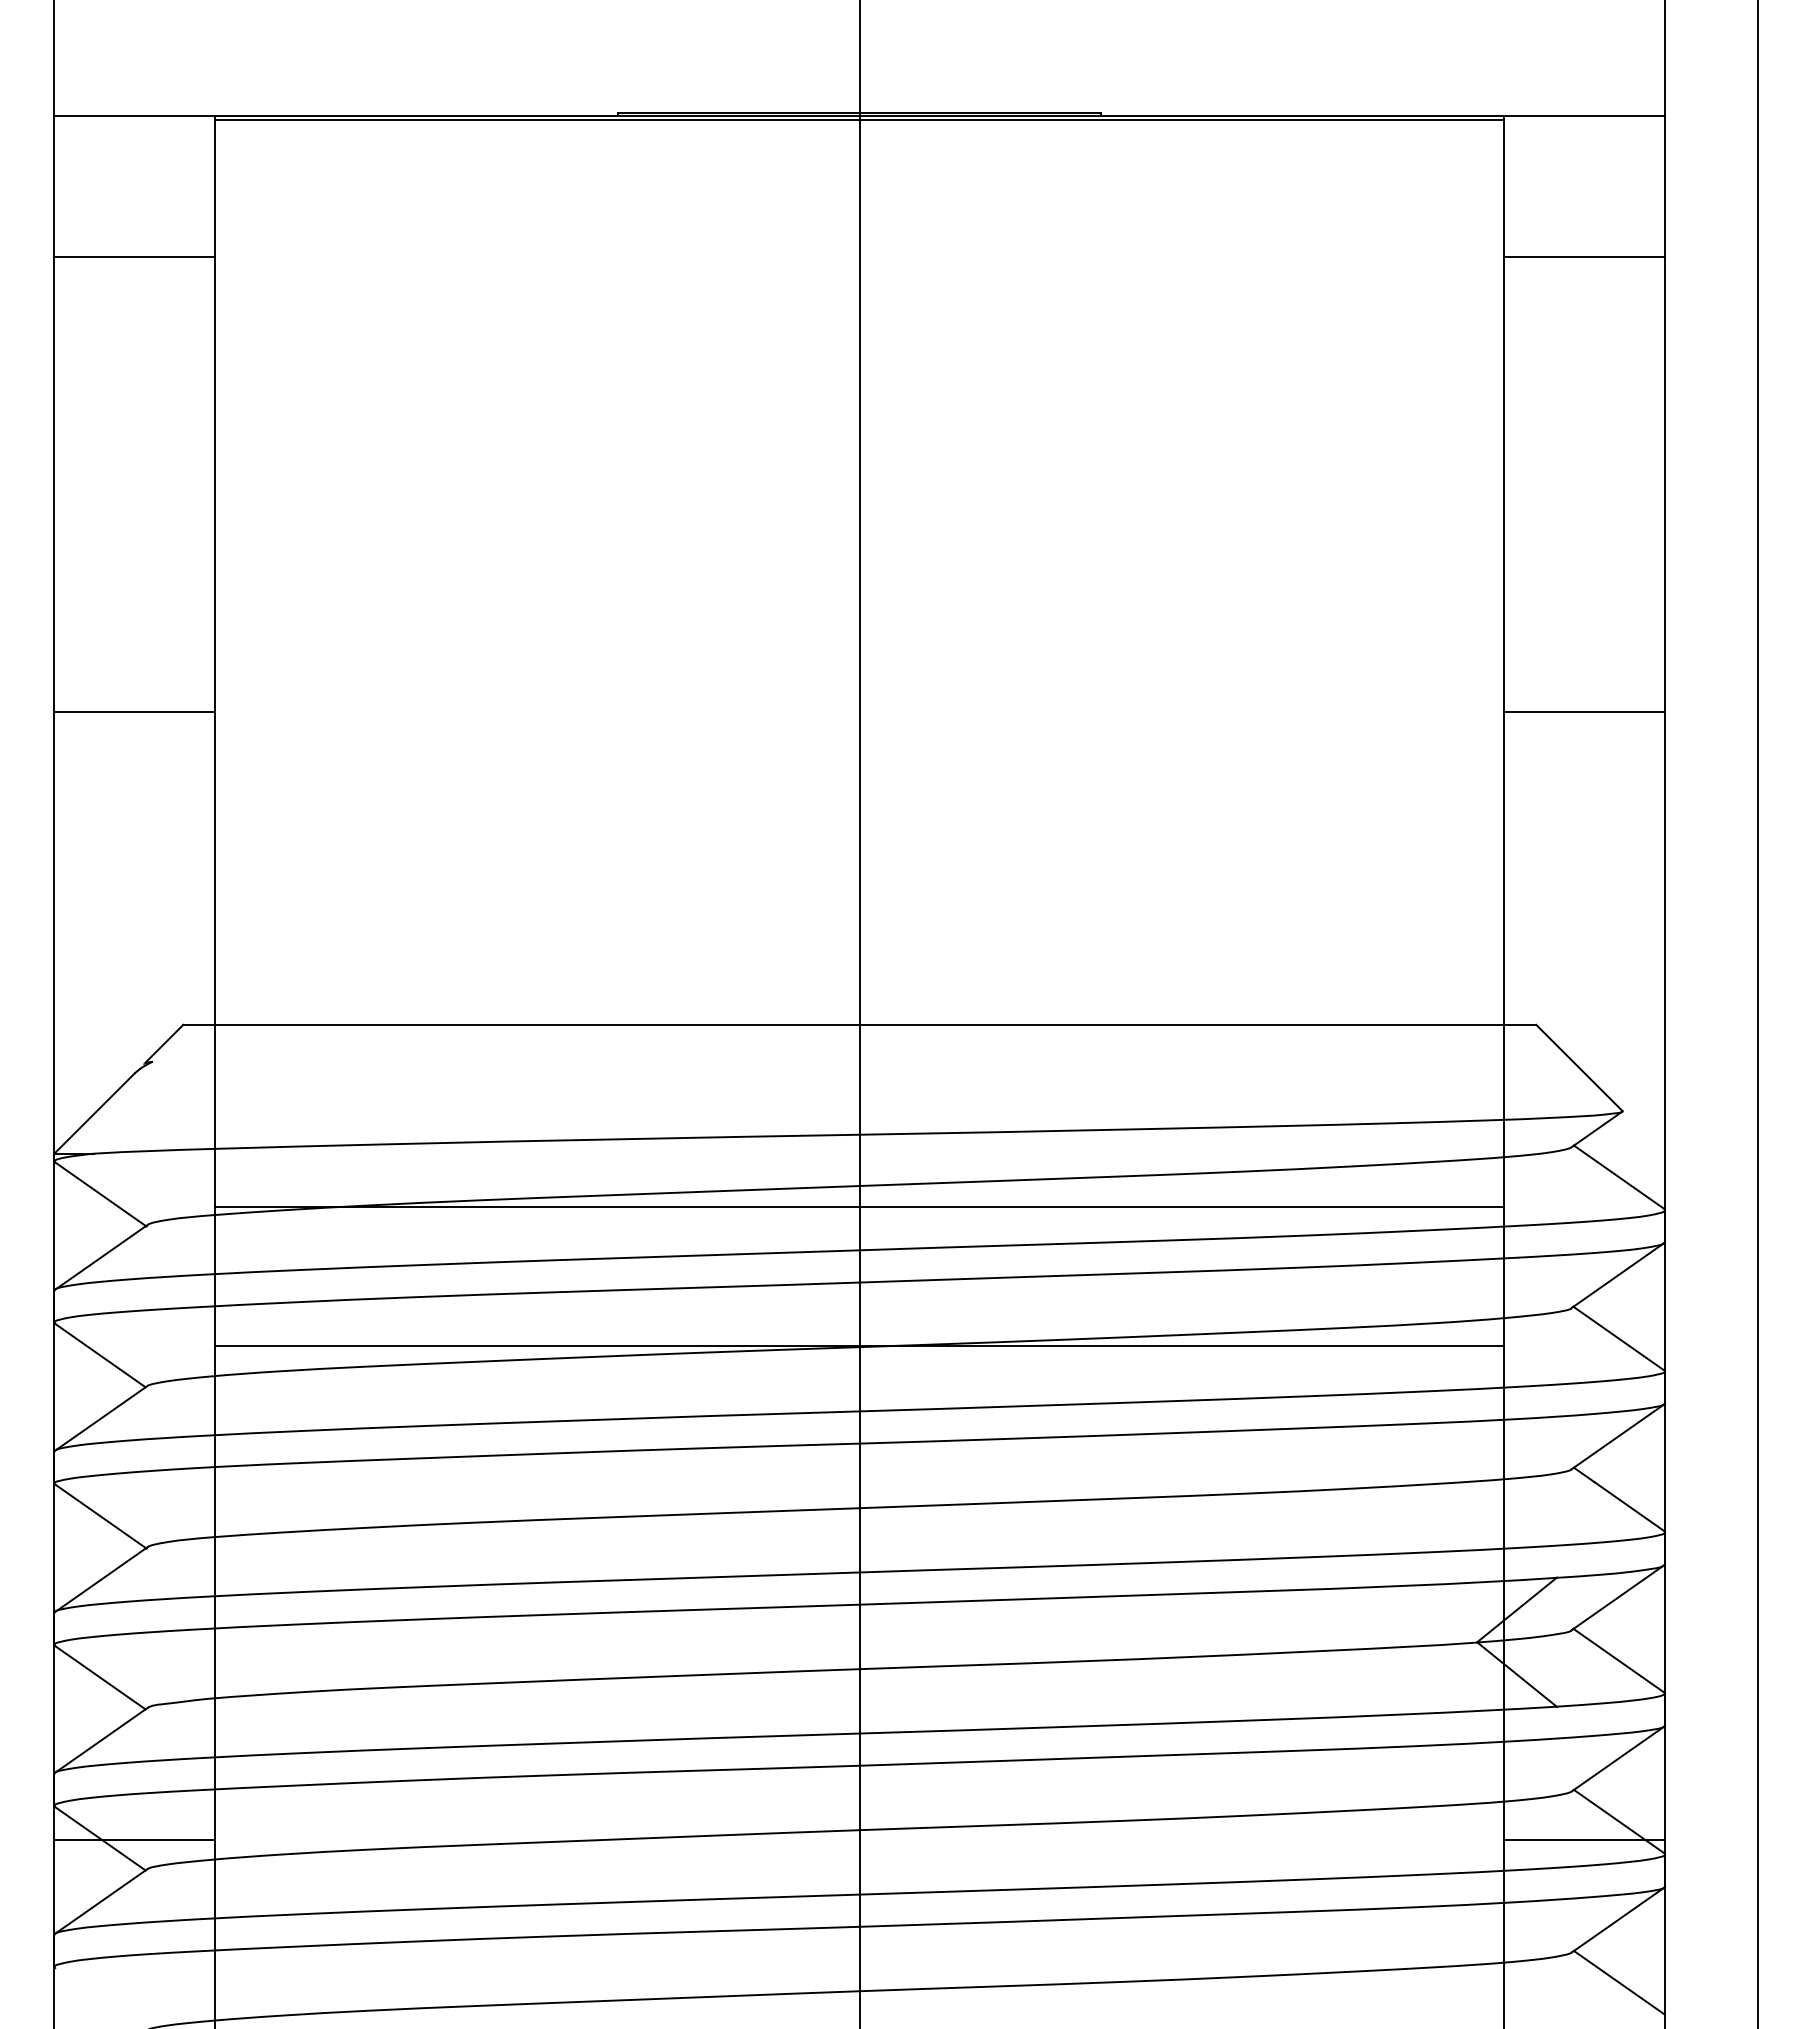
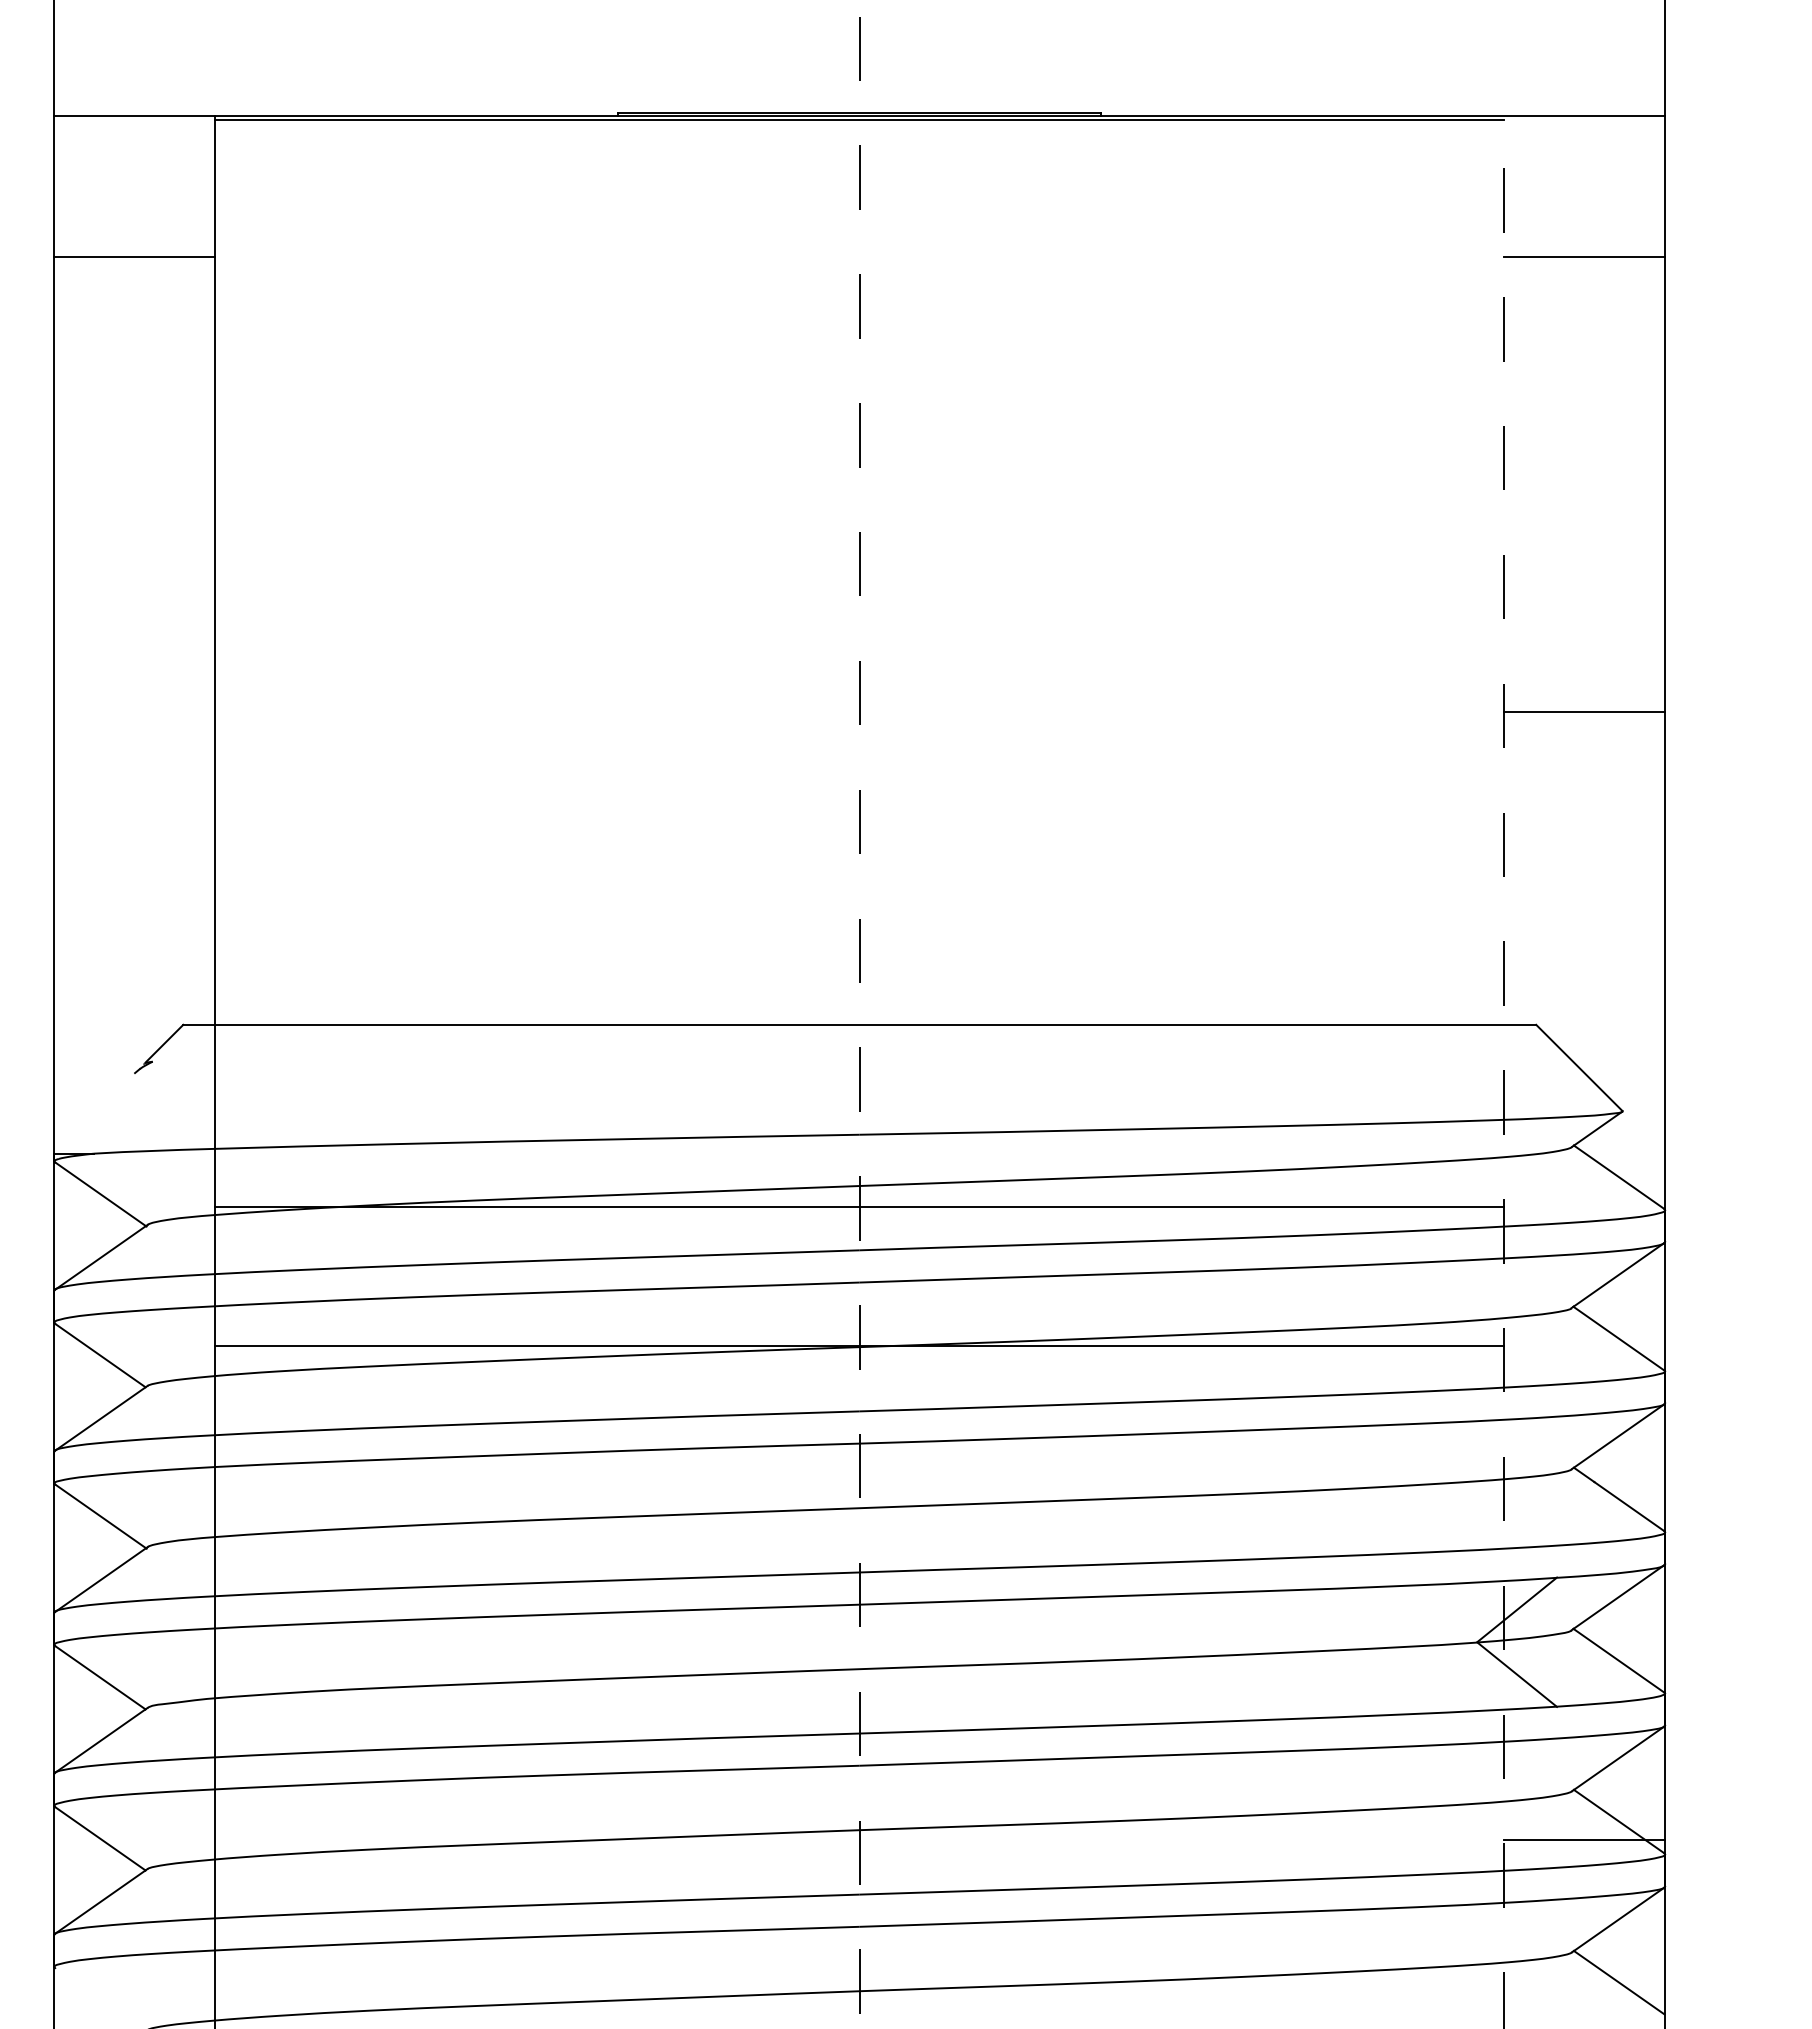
line at (134, 712): present -> none
line at (1757, 1013): present -> none
line at (859, 1015): solid -> dashed
line at (1503, 1072): solid -> dashed
line at (94, 1113): present -> none
line at (134, 1839): present -> none
